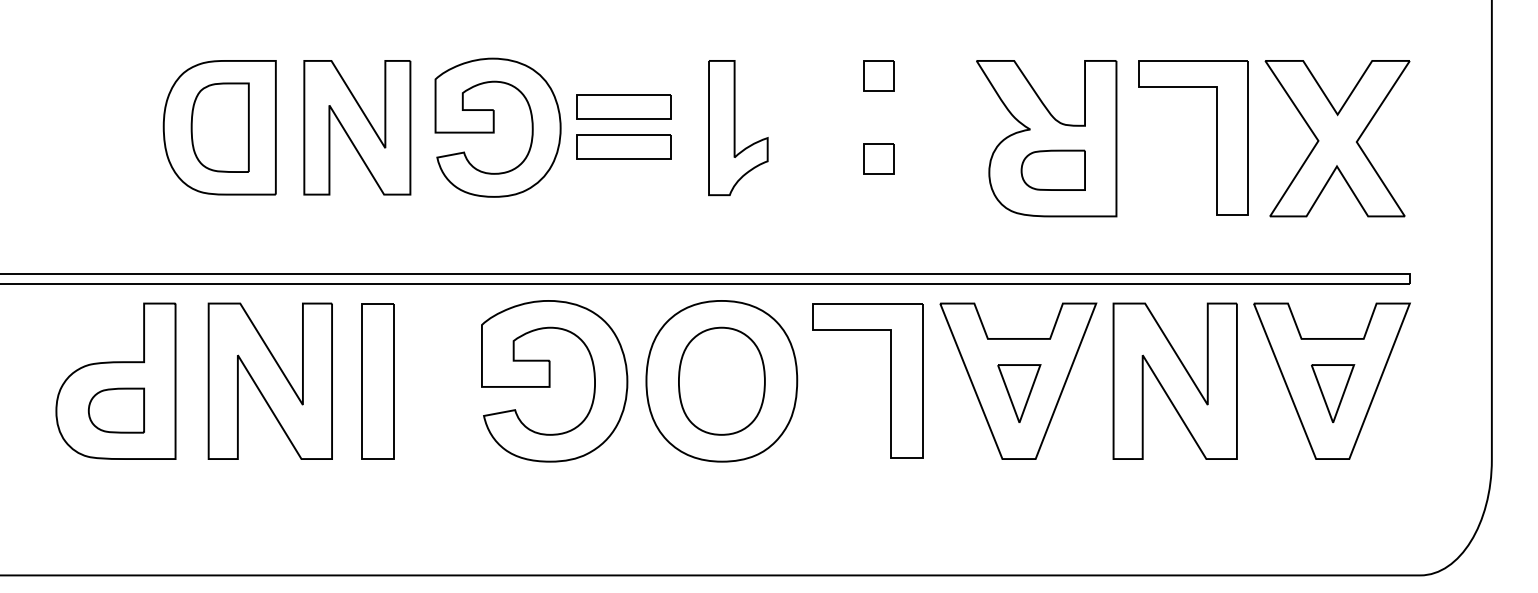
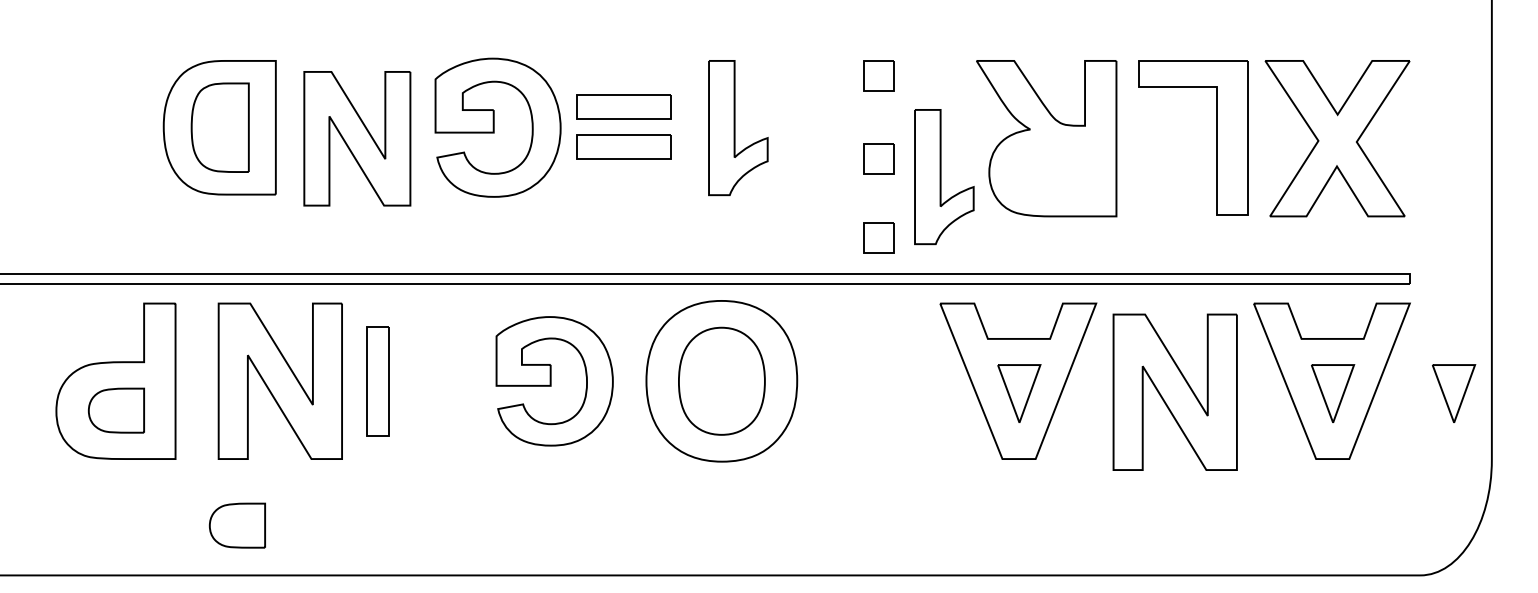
part at (357, 127) position: (357, 127) -> (357, 138)
part at (1052, 169): present -> none
part at (944, 177): none -> present
part at (878, 237): none -> present
part at (269, 380) position: (269, 380) -> (279, 380)
part at (890, 380): present -> none
part at (1174, 380) position: (1174, 380) -> (1174, 391)
part at (377, 381) size: 34x157 px -> 24x111 px
part at (554, 381) size: 148x163 px -> 119x131 px
part at (1454, 393): none -> present
part at (236, 525): none -> present
